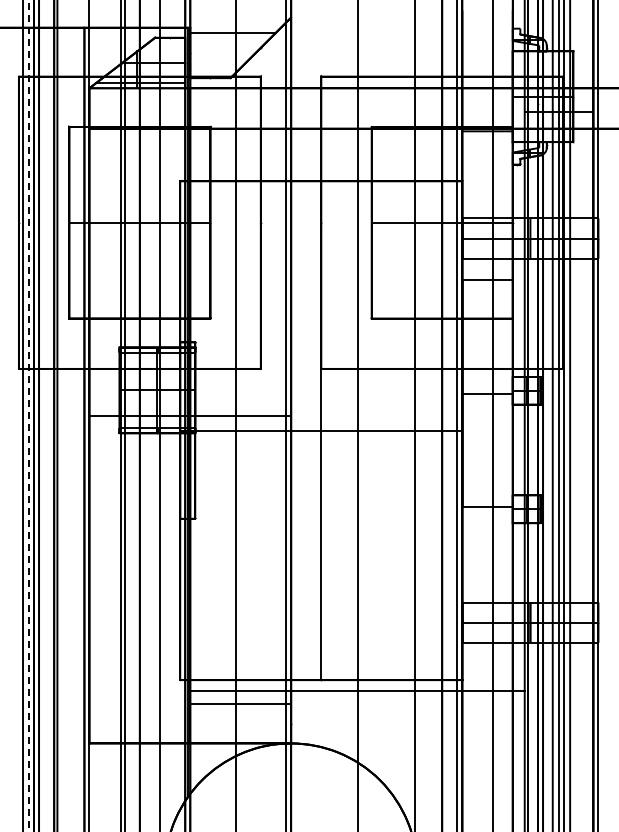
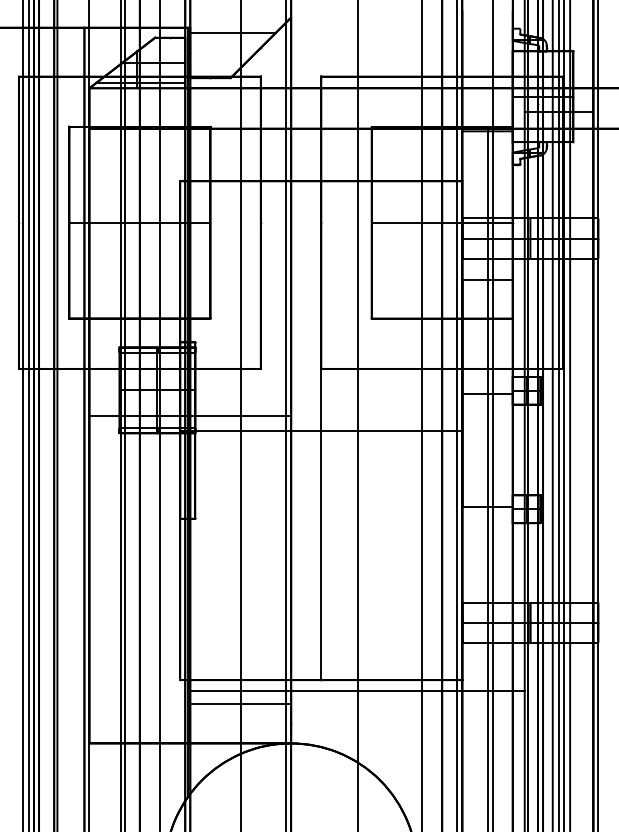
line at (29, 415): dashed -> solid
line at (235, 415) position: (235, 415) -> (240, 415)
line at (414, 415) position: (414, 415) -> (421, 415)
line at (487, 479): none -> present
